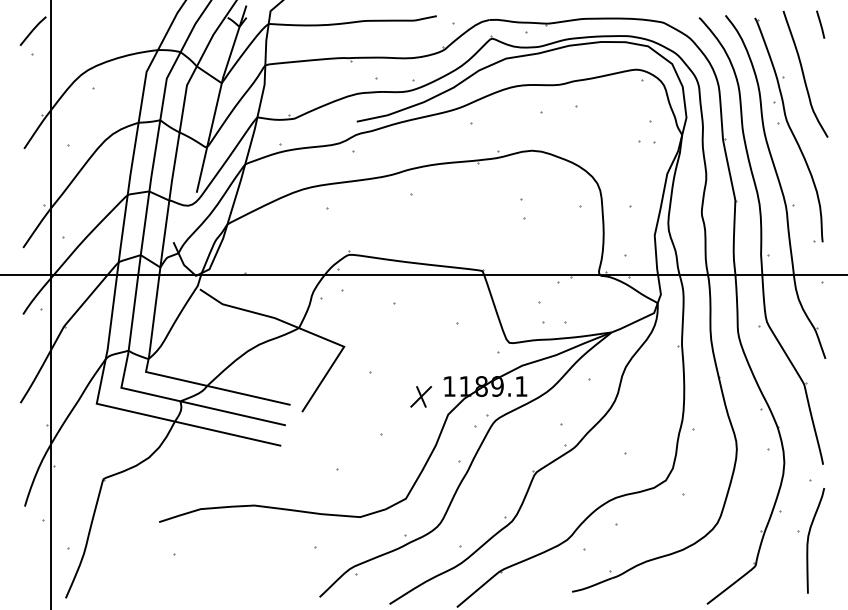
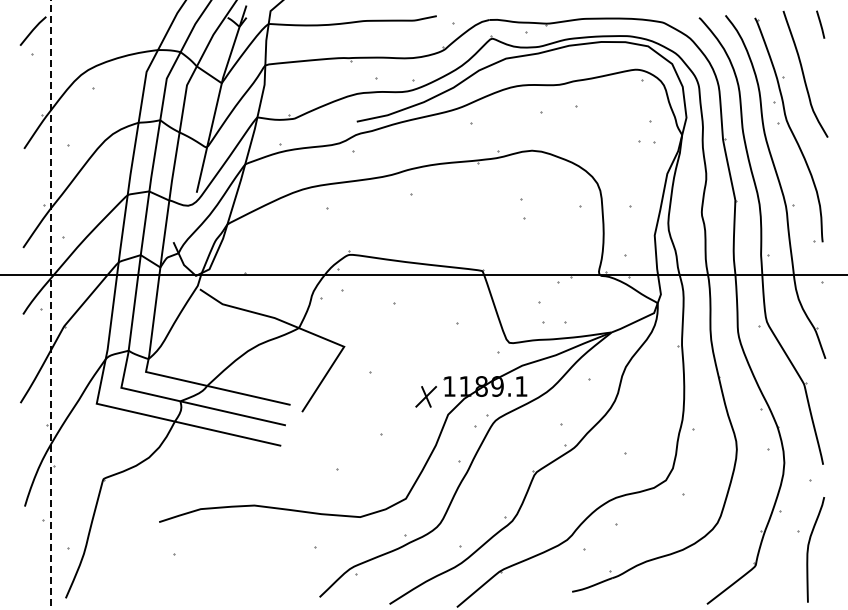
line at (50, 304): solid -> dashed
part at (420, 396) position: (420, 396) -> (425, 396)
curve at (809, 537) position: (809, 537) -> (809, 546)
